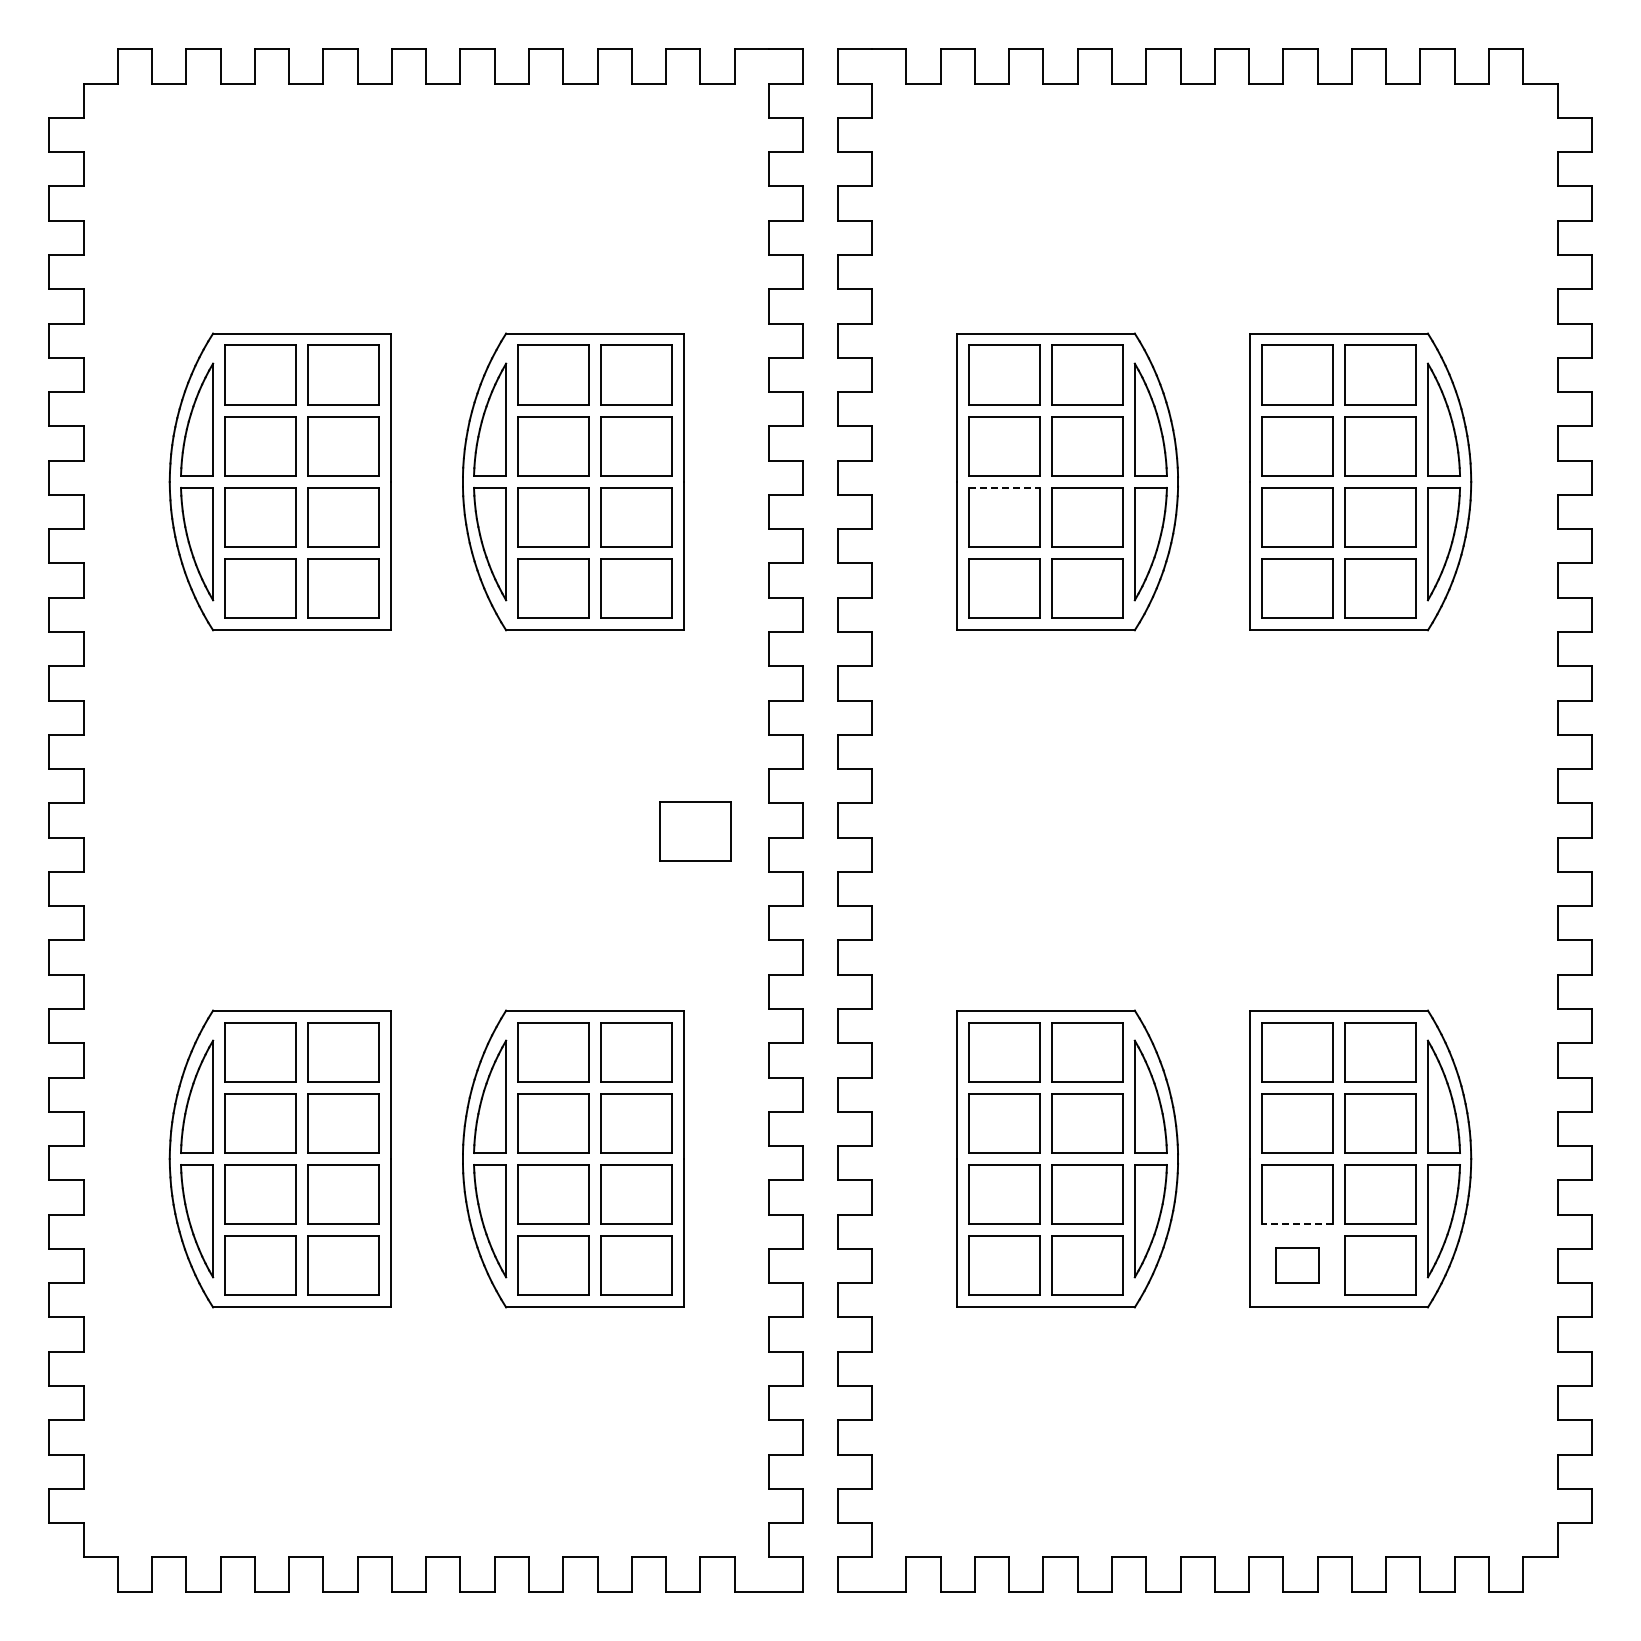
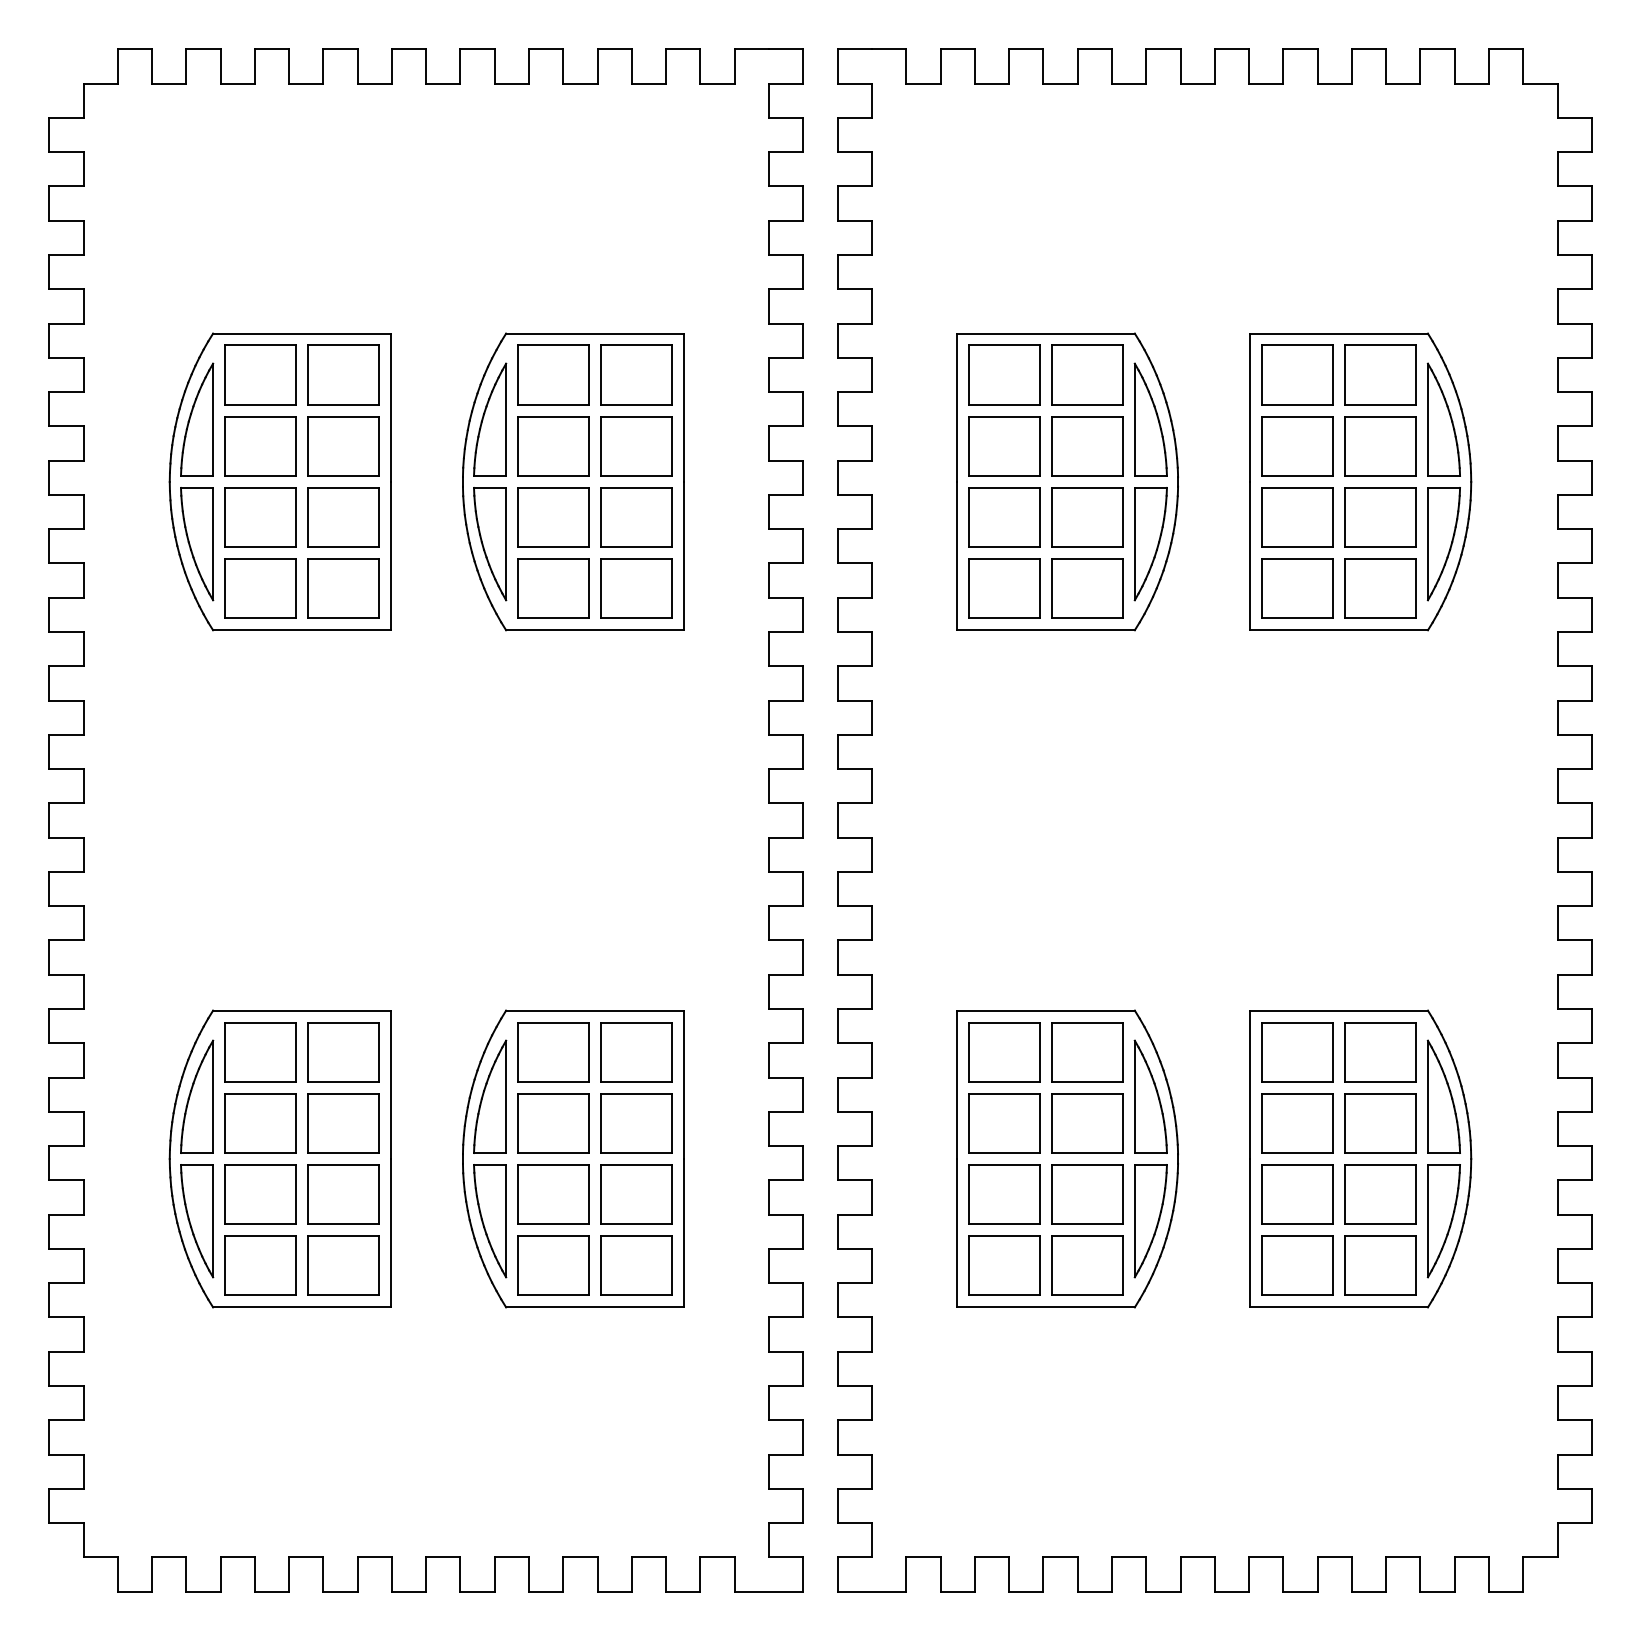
line at (1004, 487): dashed -> solid
part at (695, 831): present -> none
line at (1297, 1224): dashed -> solid
part at (1297, 1265) size: 45x37 px -> 73x61 px
